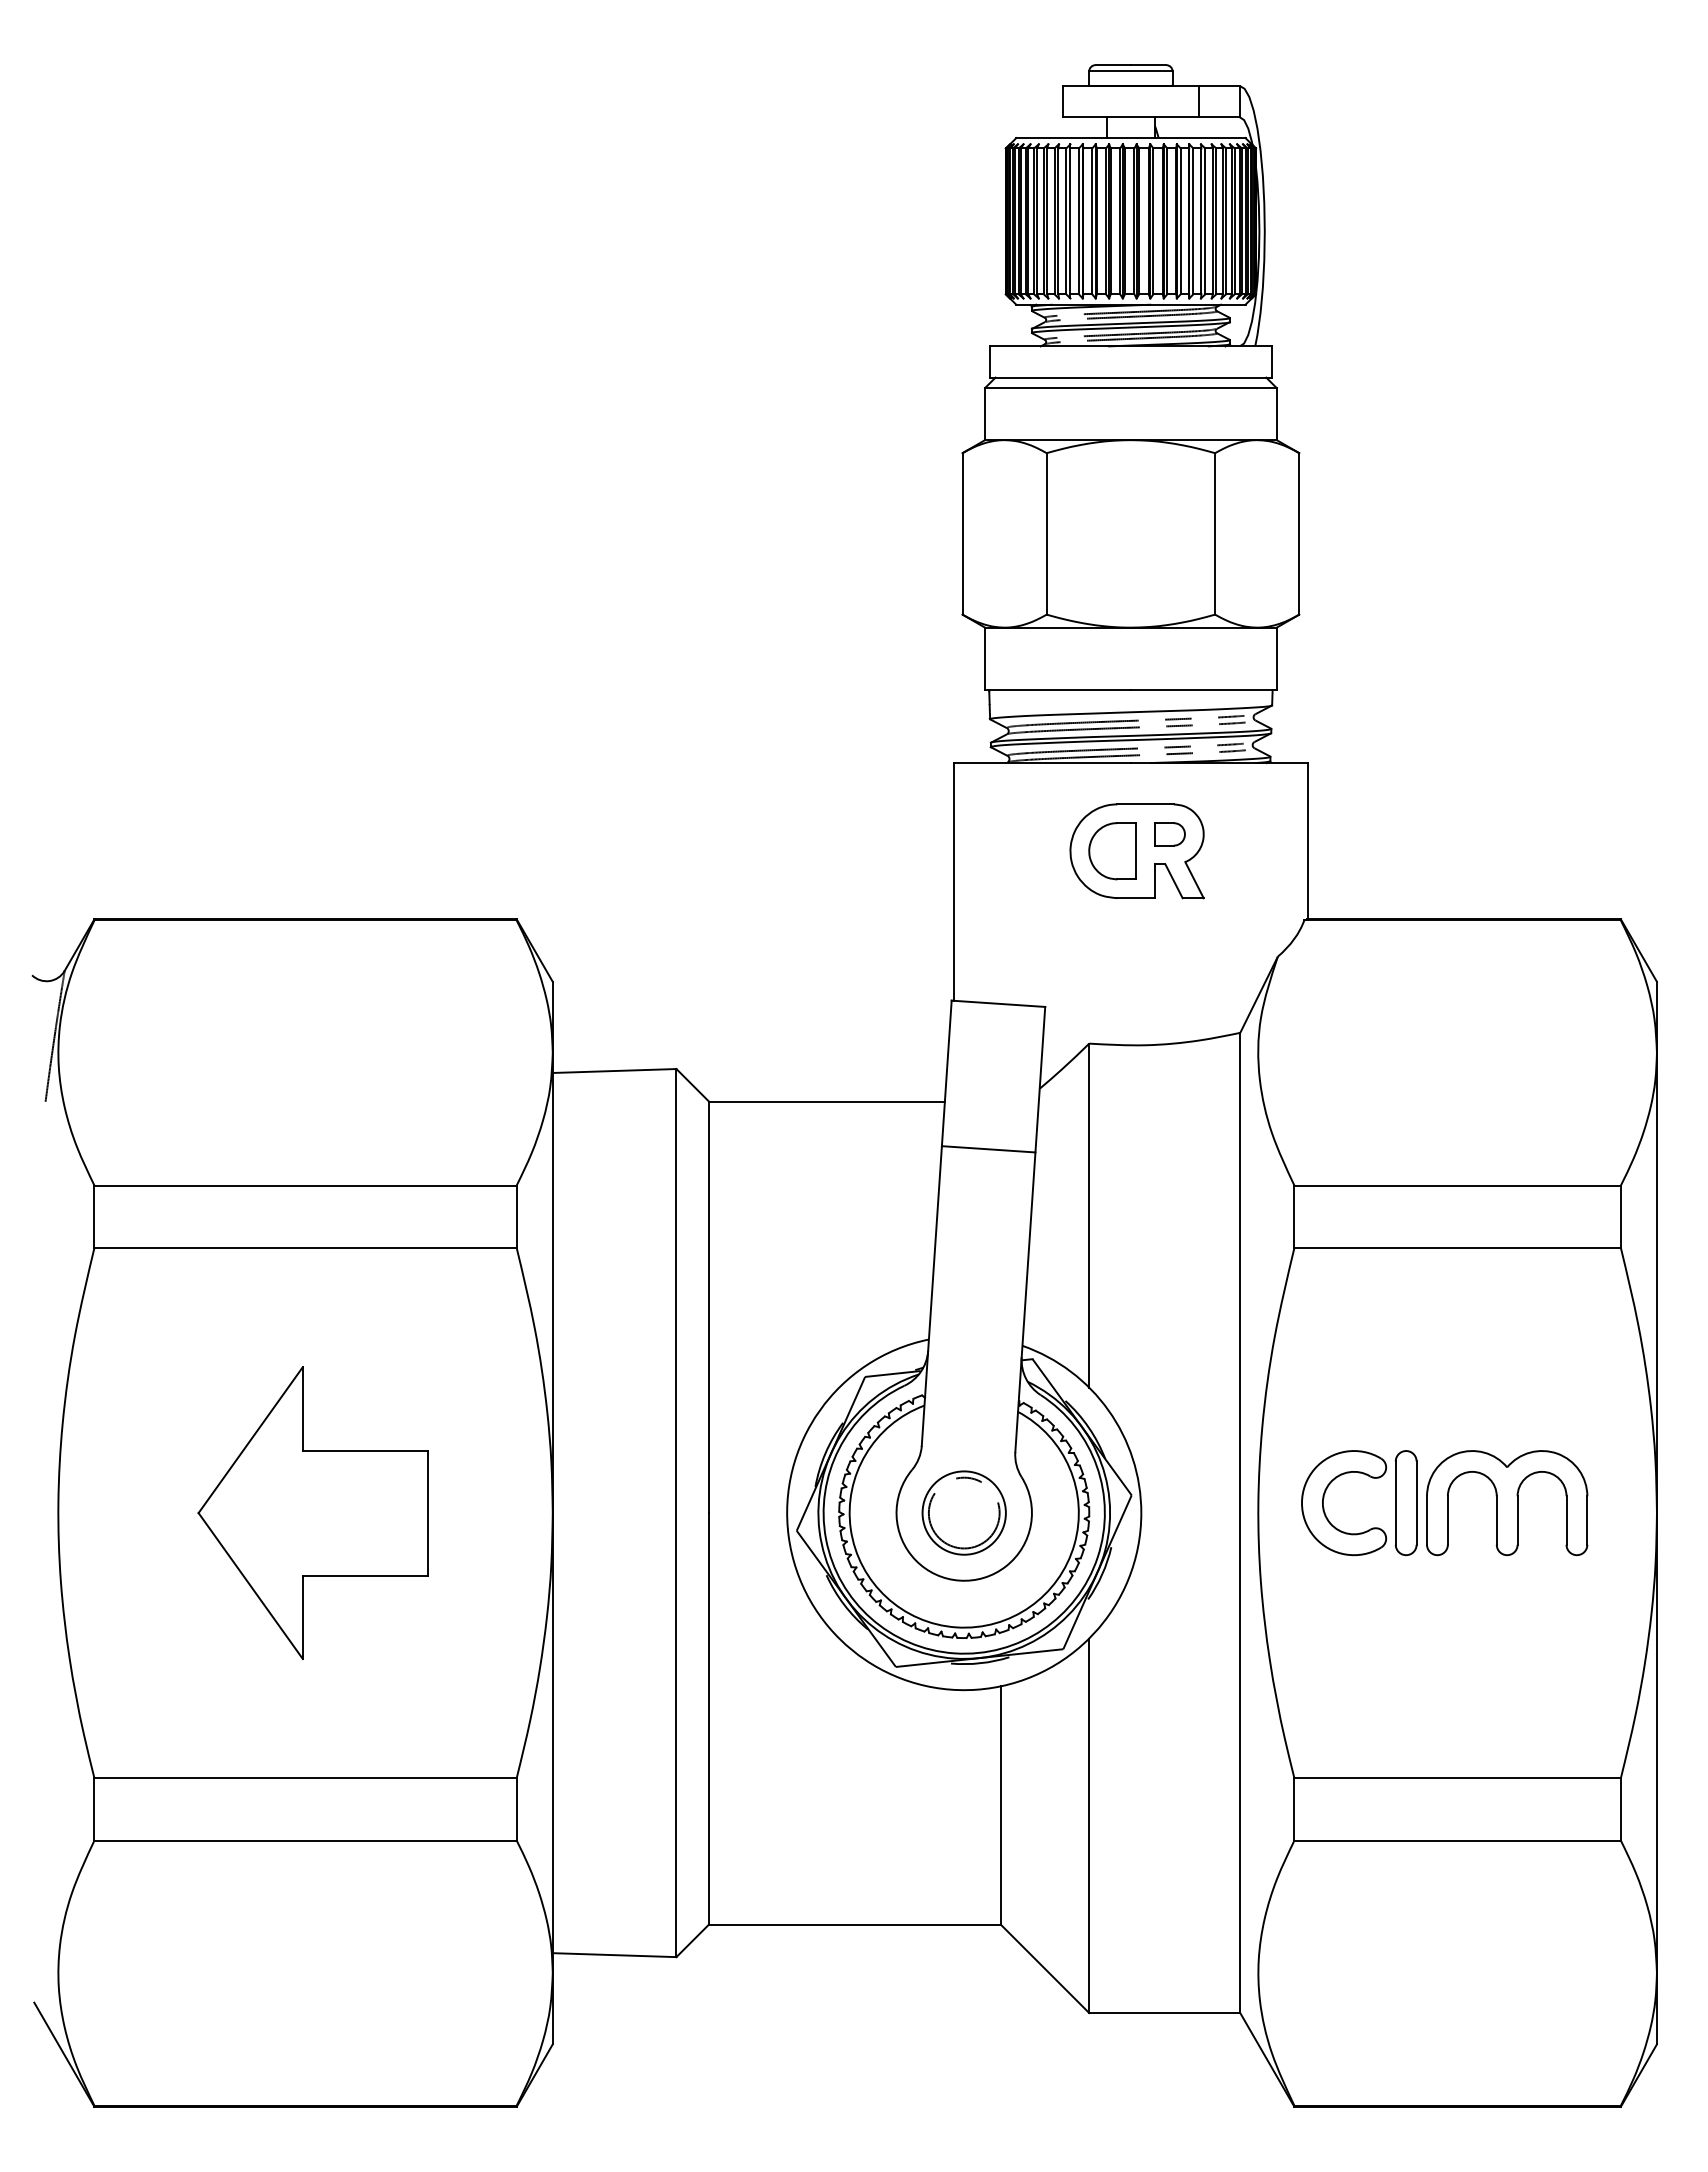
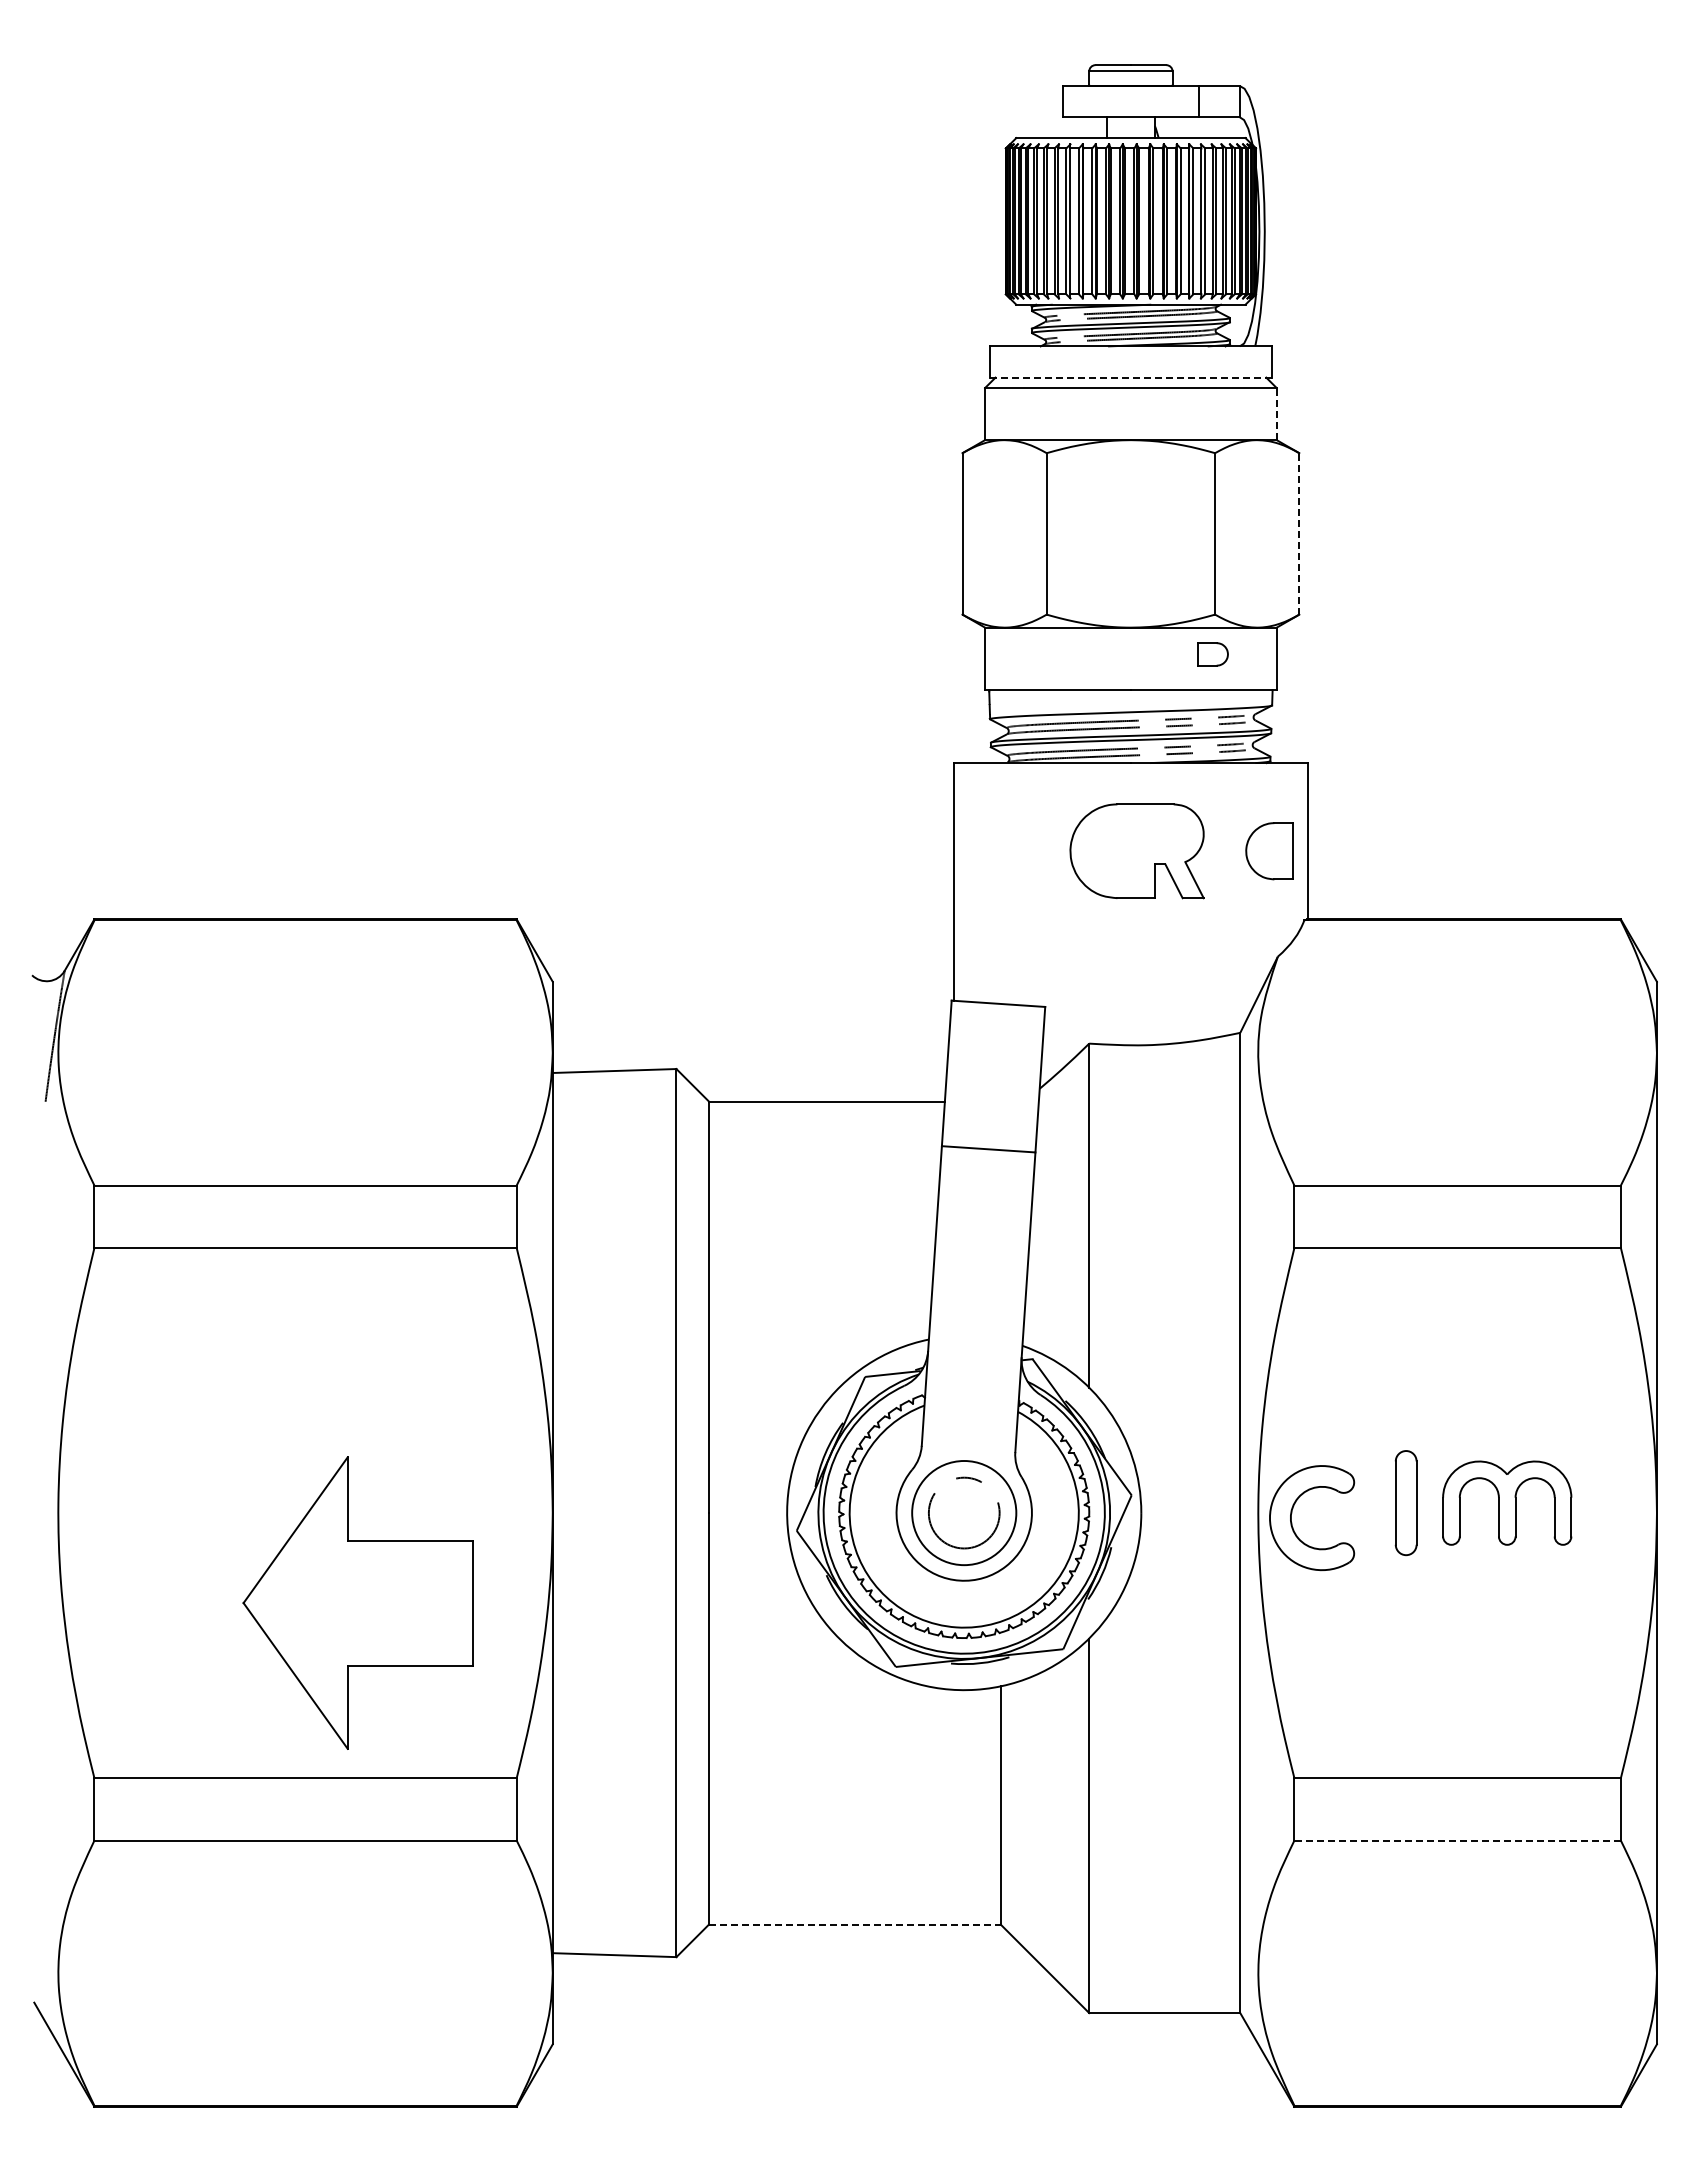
line at (1130, 377): solid -> dashed
line at (1276, 413): solid -> dashed
line at (1299, 533): solid -> dashed
part at (1169, 834) position: (1169, 834) -> (1212, 654)
part at (1112, 851) position: (1112, 851) -> (1269, 851)
part at (1507, 1503) size: 163x107 px -> 131x86 px
part at (1324, 1507) position: (1324, 1507) -> (1292, 1522)
part at (312, 1512) position: (312, 1512) -> (357, 1602)
circle at (963, 1512) diameter: 83 px -> 104 px
line at (1457, 1840): solid -> dashed
line at (854, 1924): solid -> dashed
